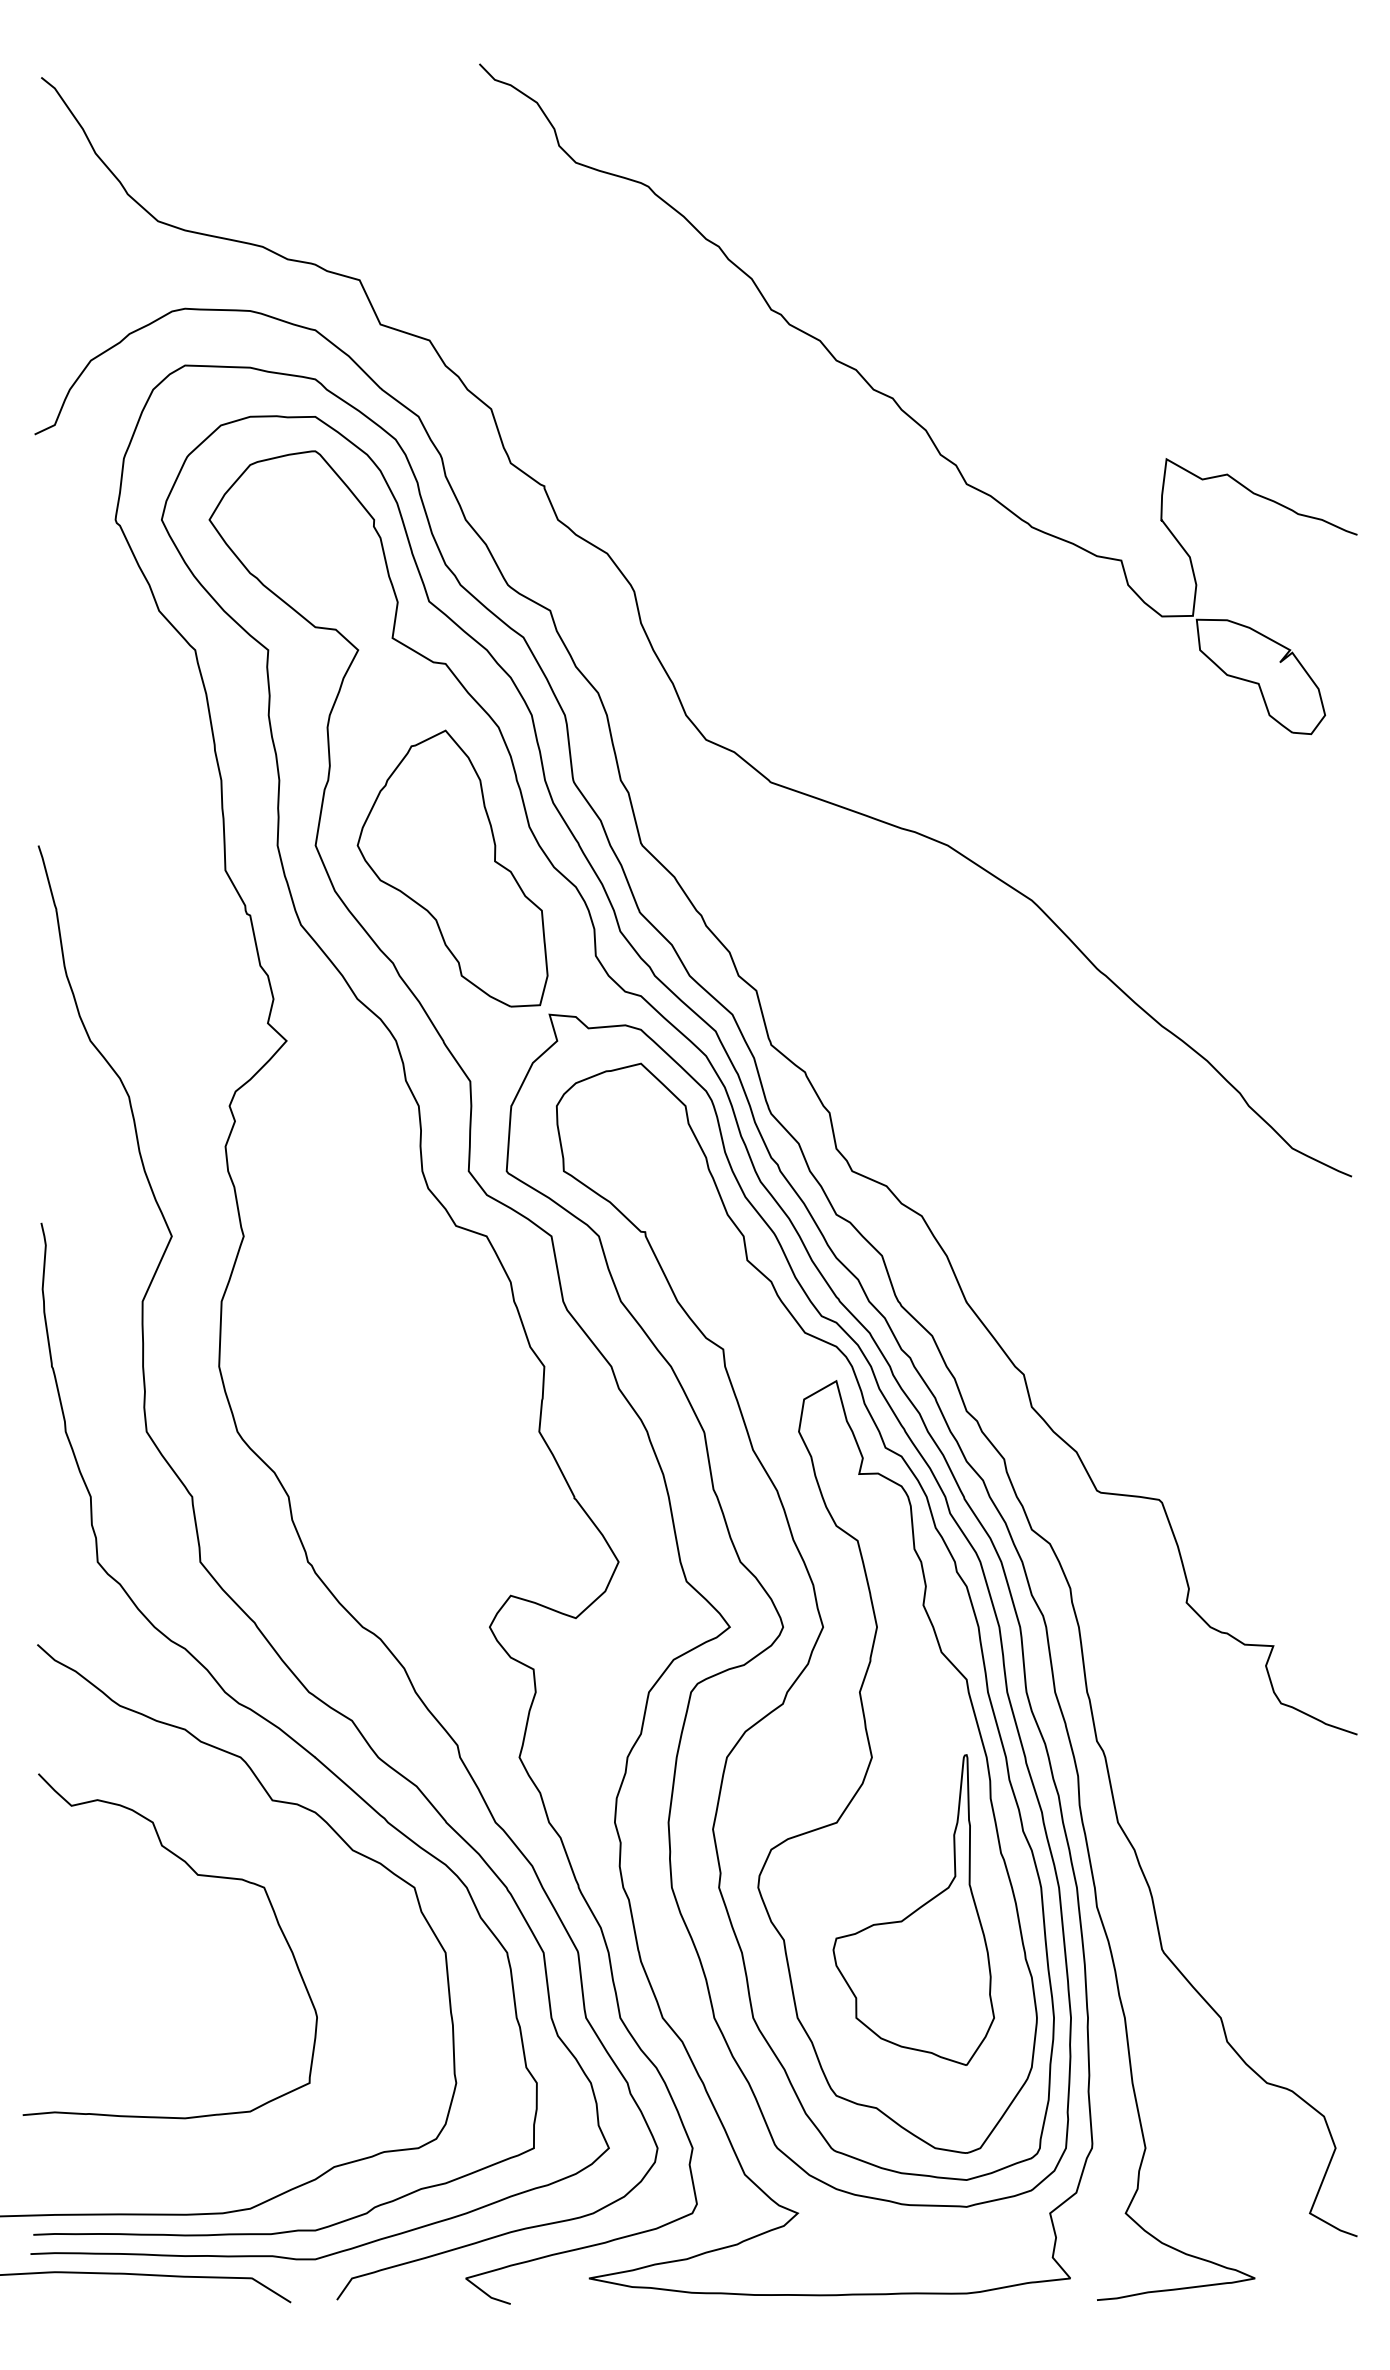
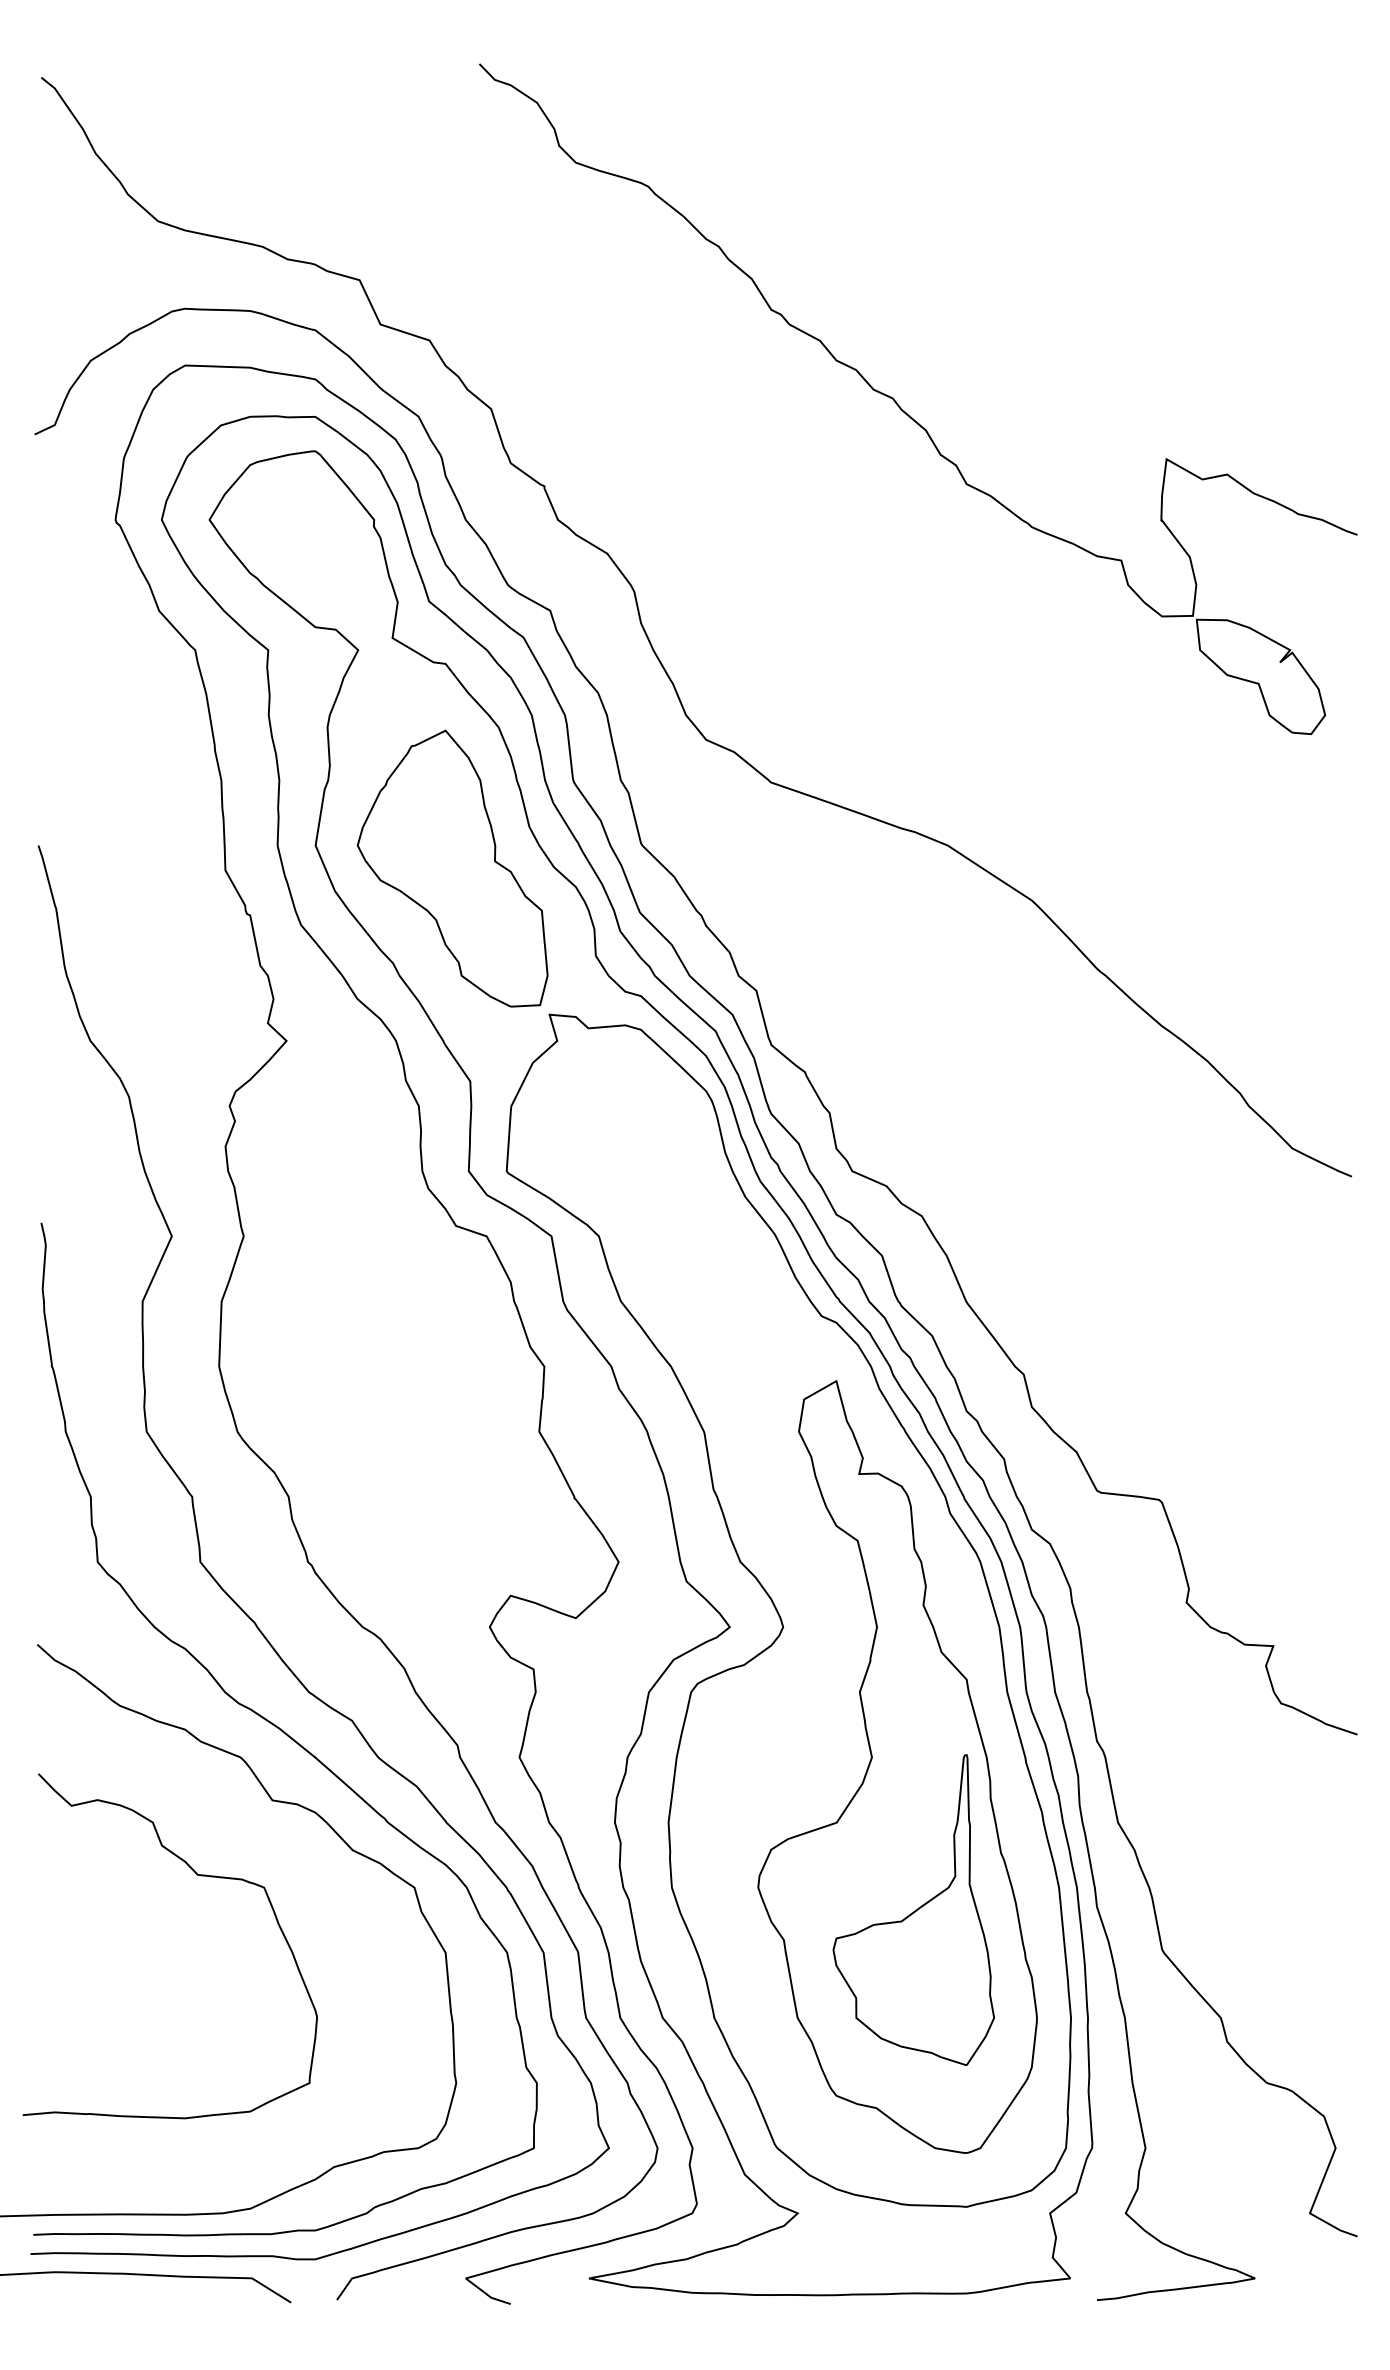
part at (818, 1615): present -> none
